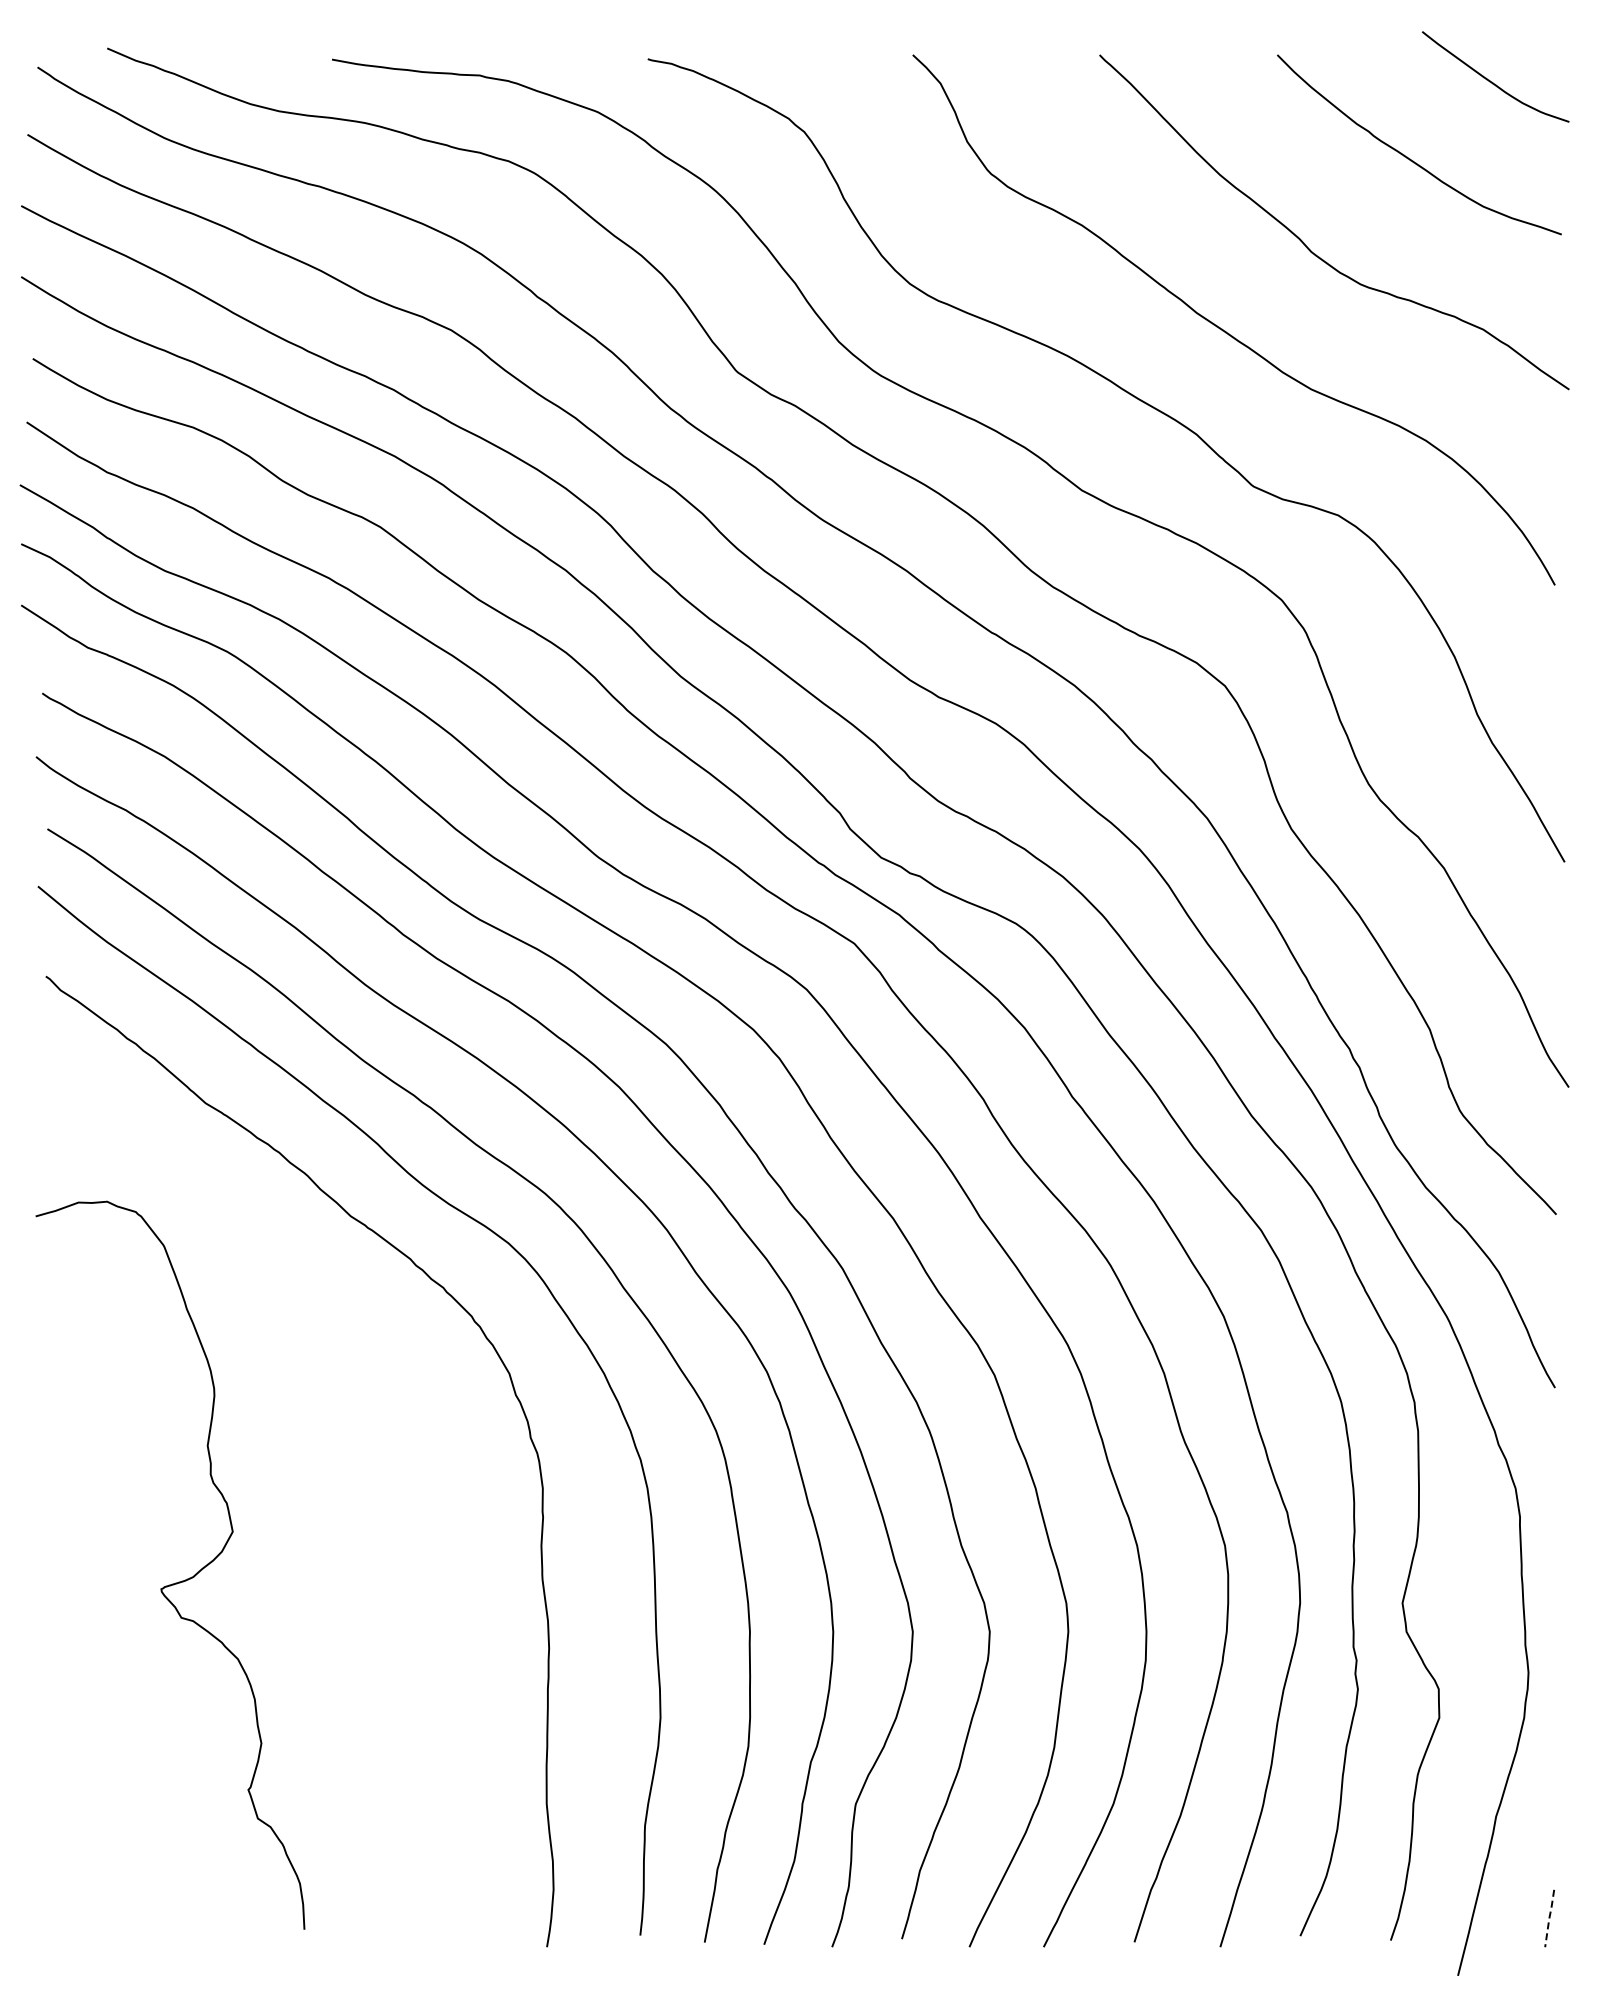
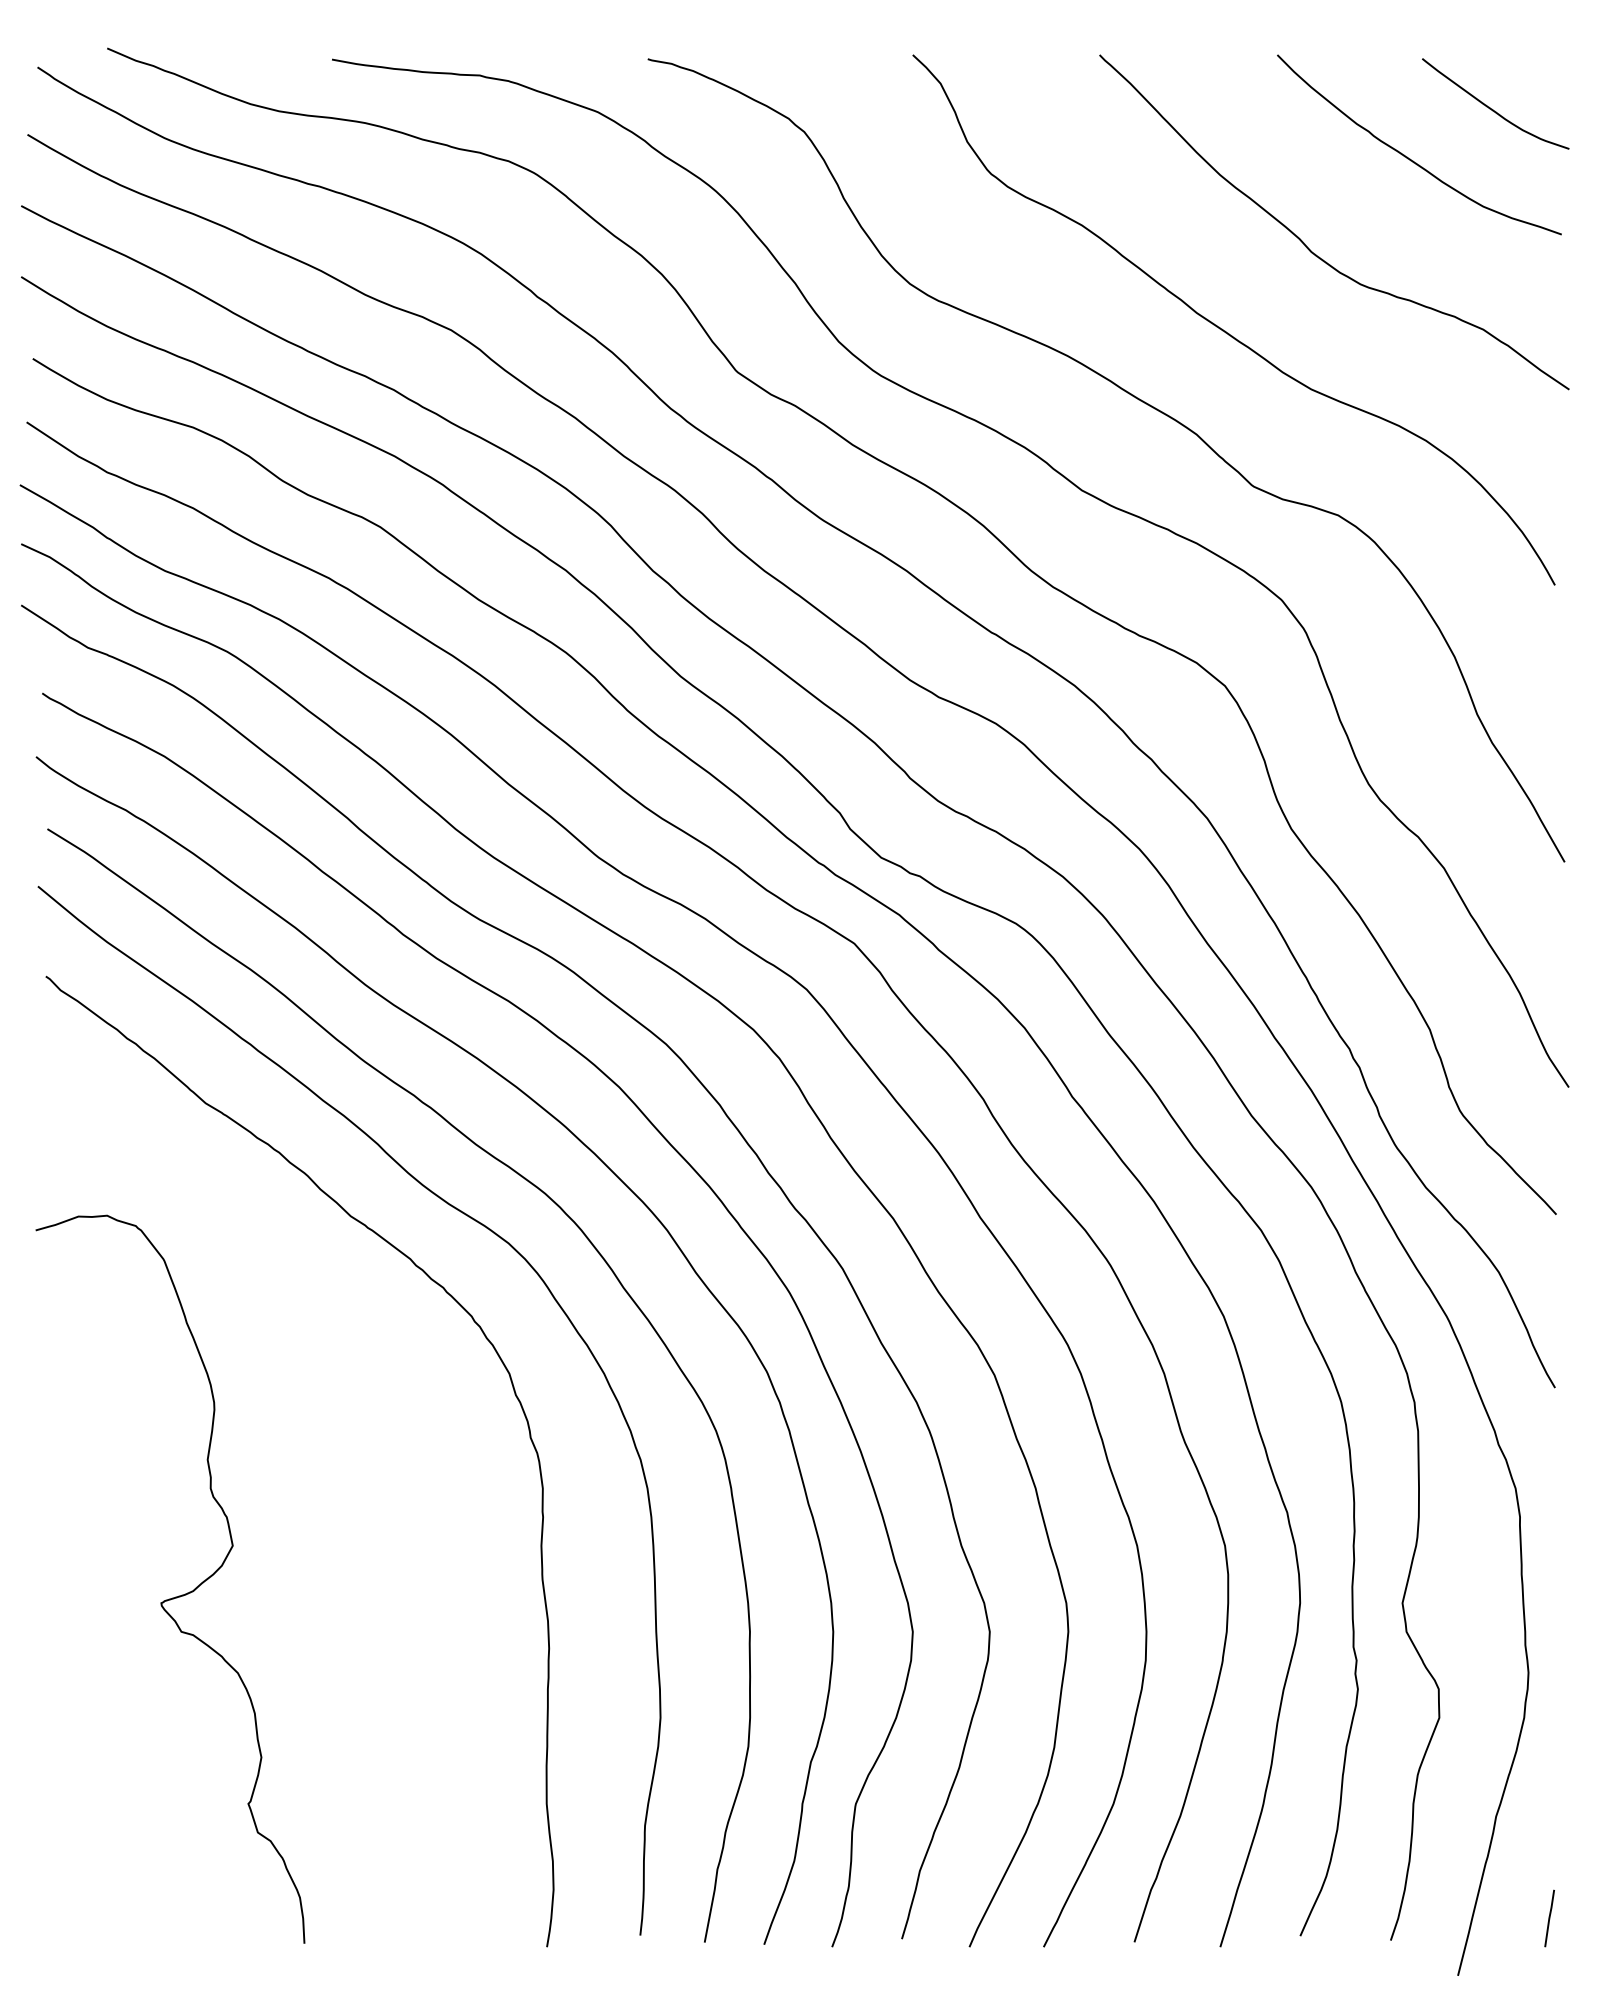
curve at (1493, 82) position: (1493, 82) -> (1493, 109)
curve at (175, 1582) position: (175, 1582) -> (175, 1596)
line at (1549, 1918): dashed -> solid
